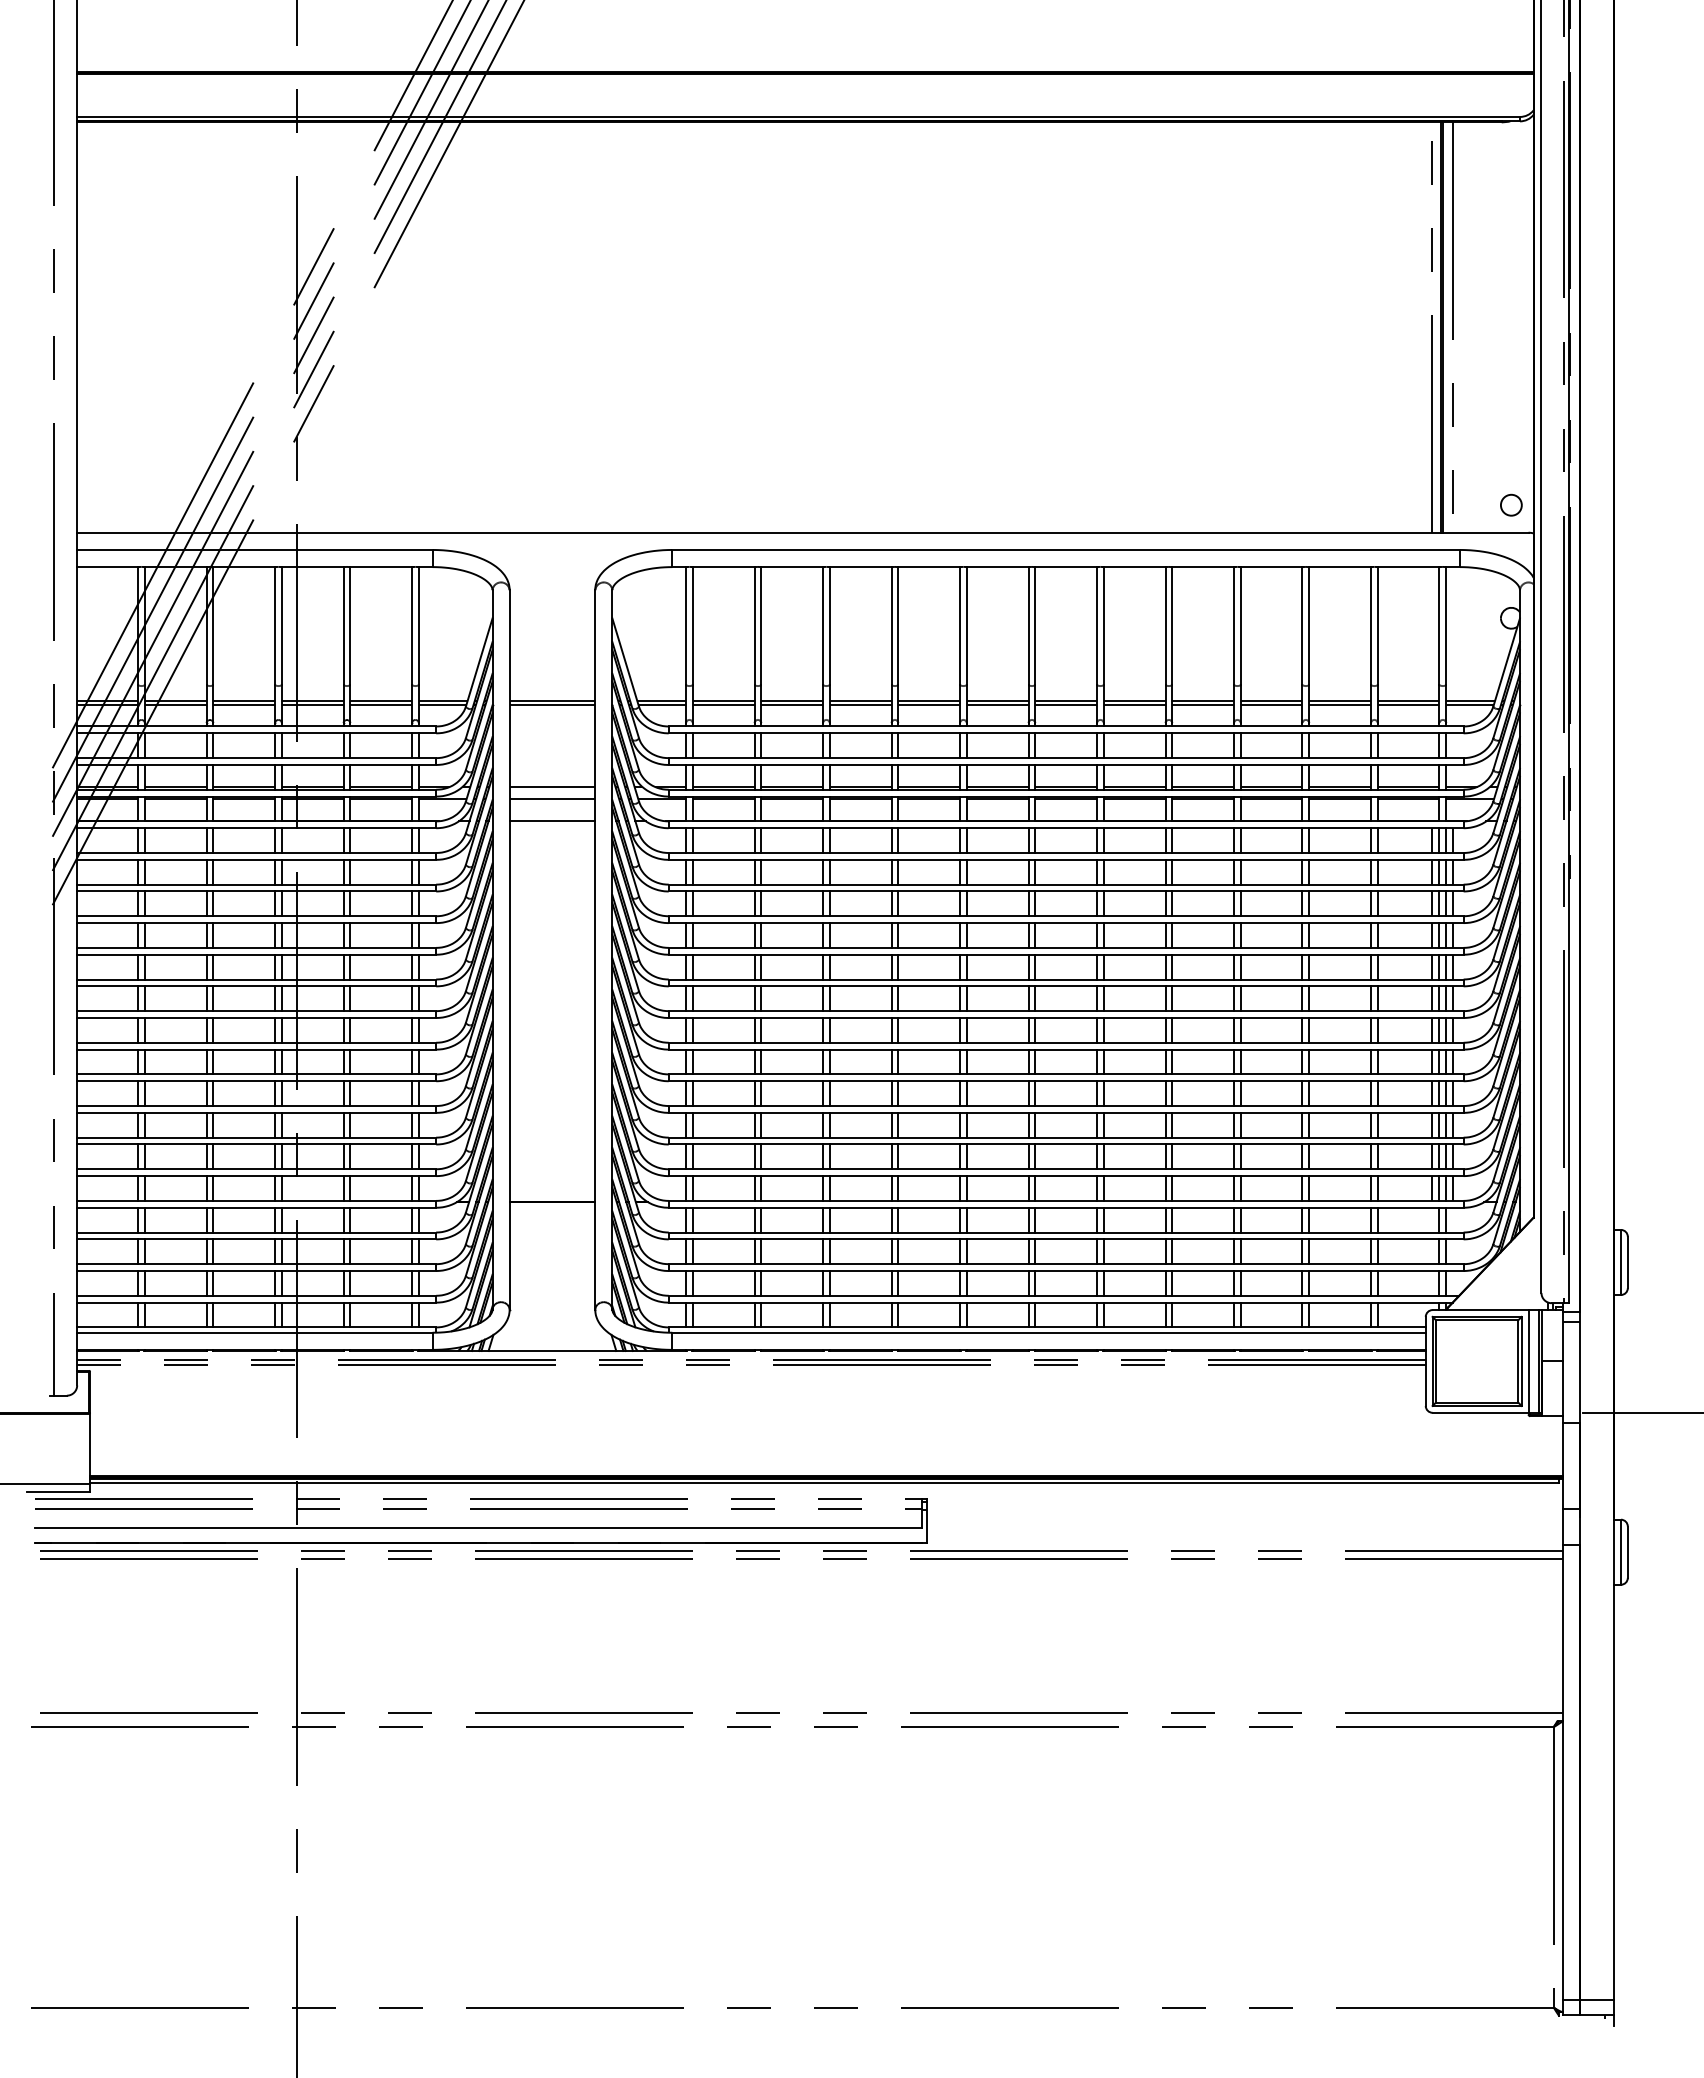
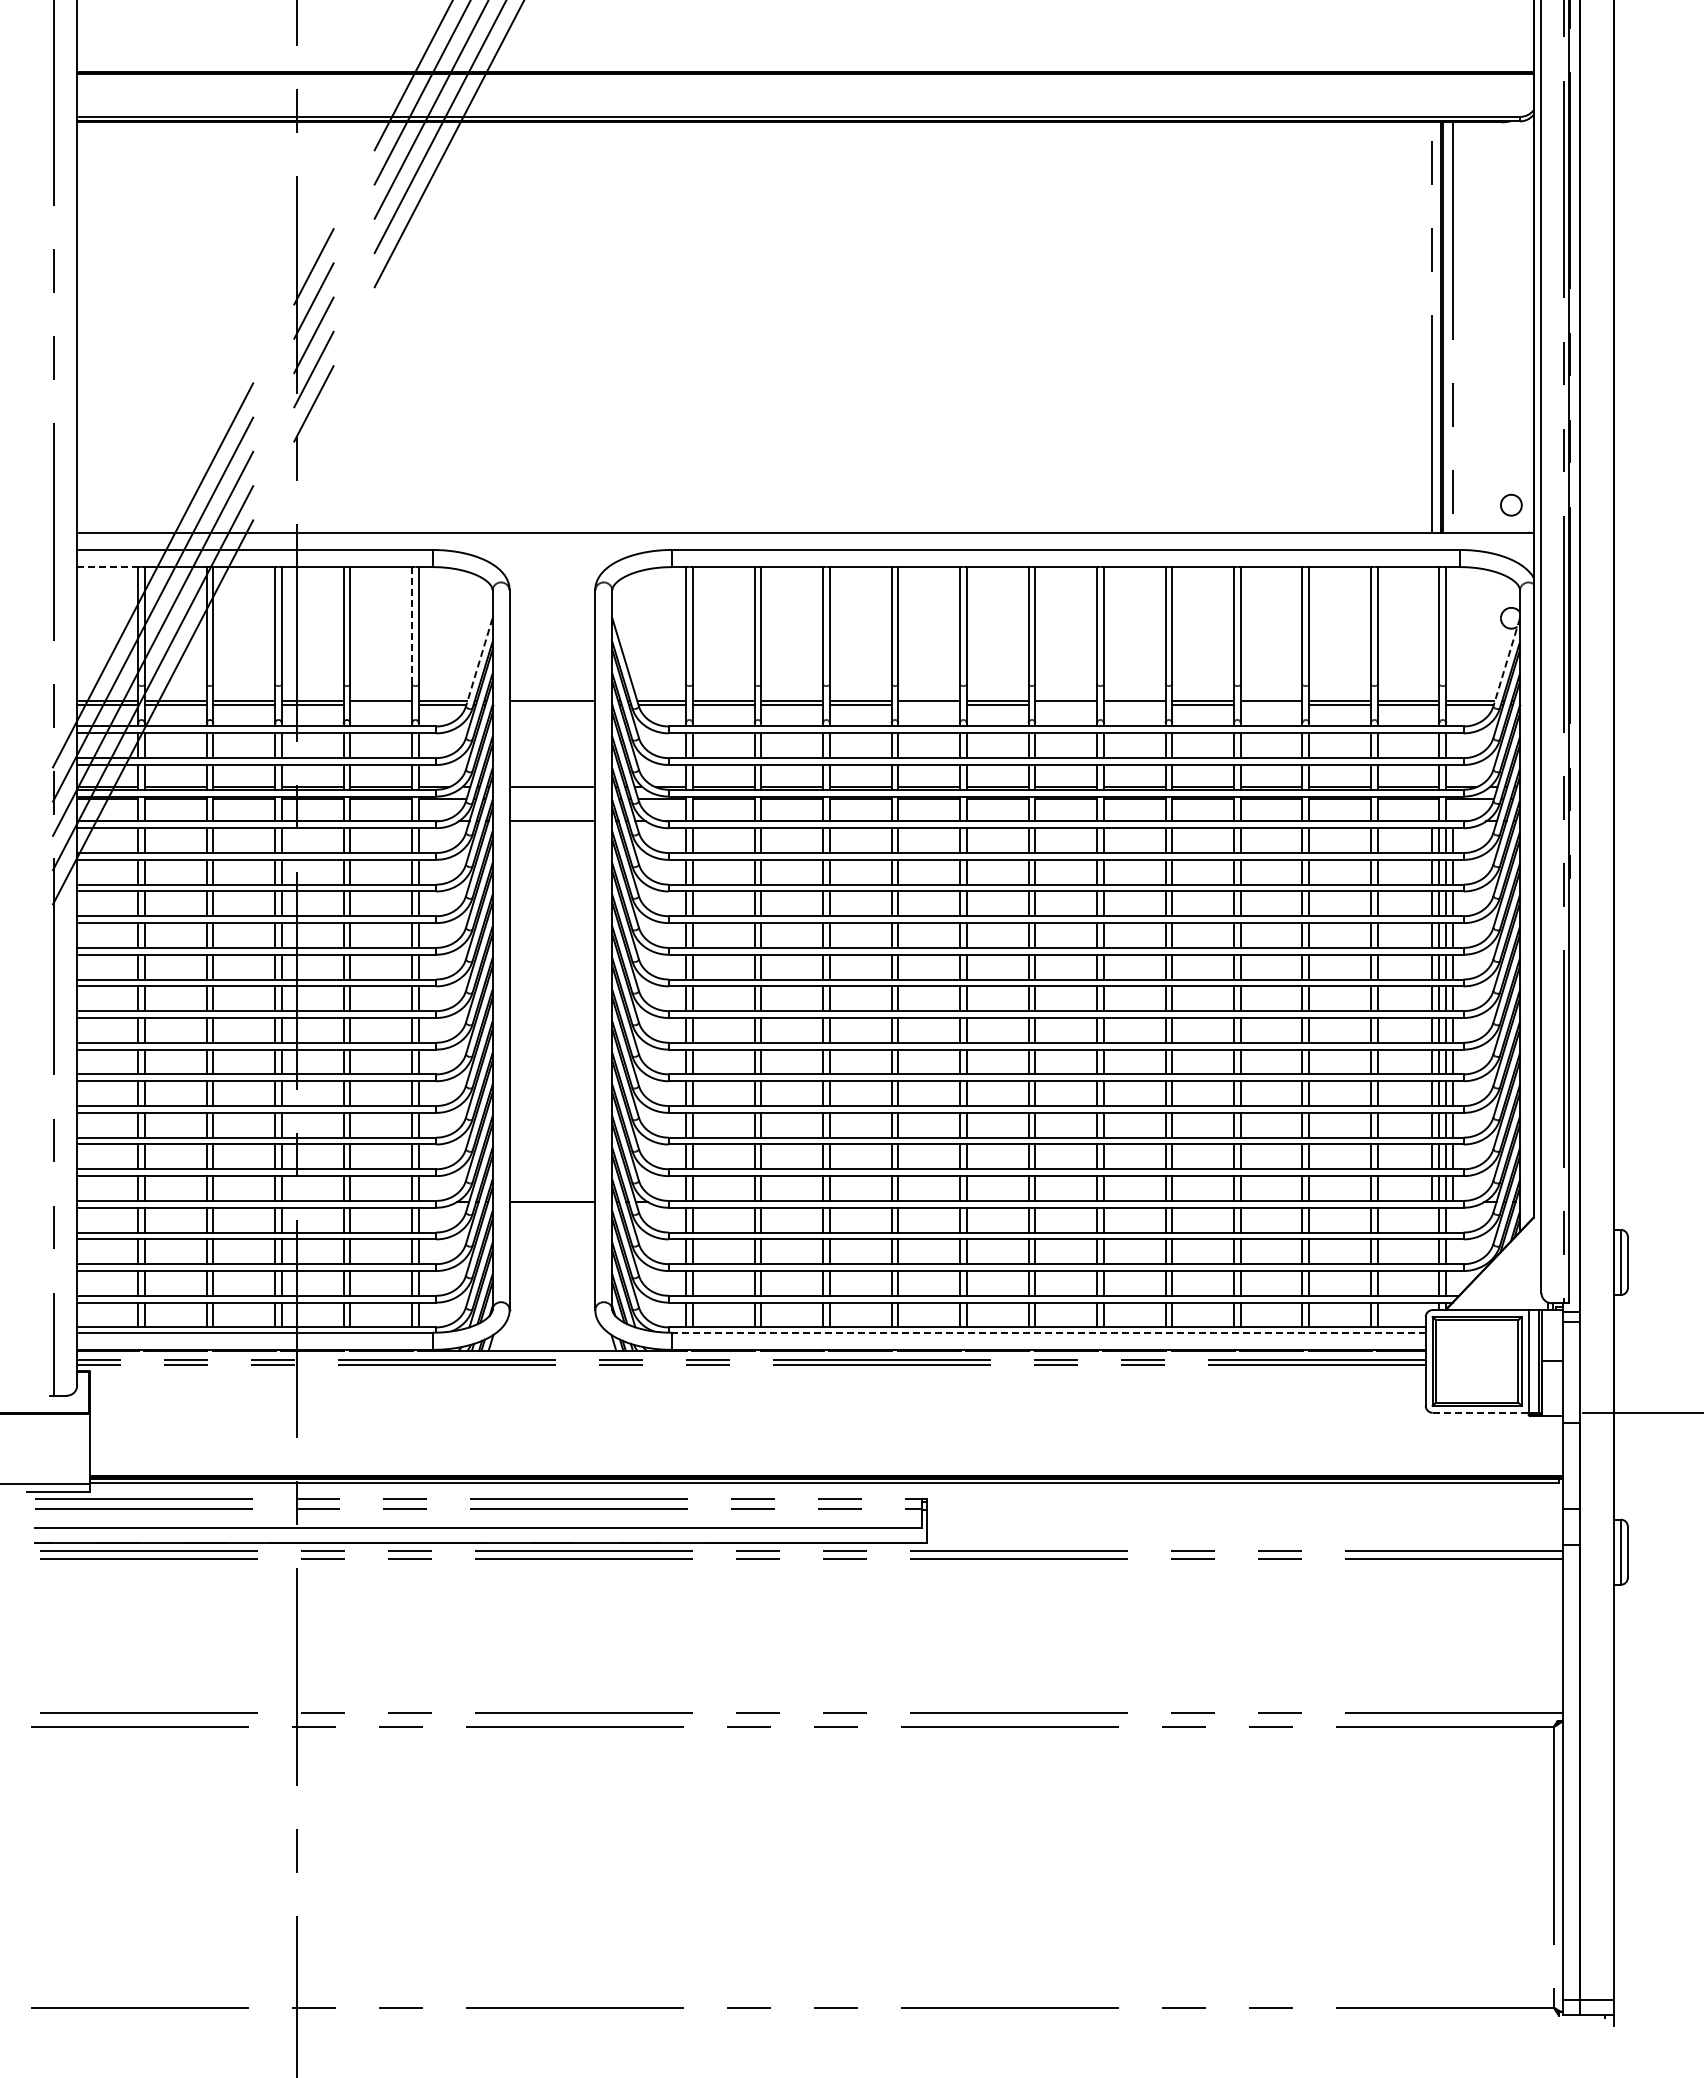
line at (107, 567): solid -> dashed
line at (412, 626): solid -> dashed
line at (479, 662): solid -> dashed
line at (1506, 662): solid -> dashed
line at (381, 705): present -> none
line at (552, 705): present -> none
line at (929, 705): present -> none
line at (1066, 705): present -> none
line at (1134, 705): present -> none
line at (1271, 705): present -> none
line at (552, 798): present -> none
line at (1049, 1332): solid -> dashed
line at (1480, 1412): solid -> dashed
